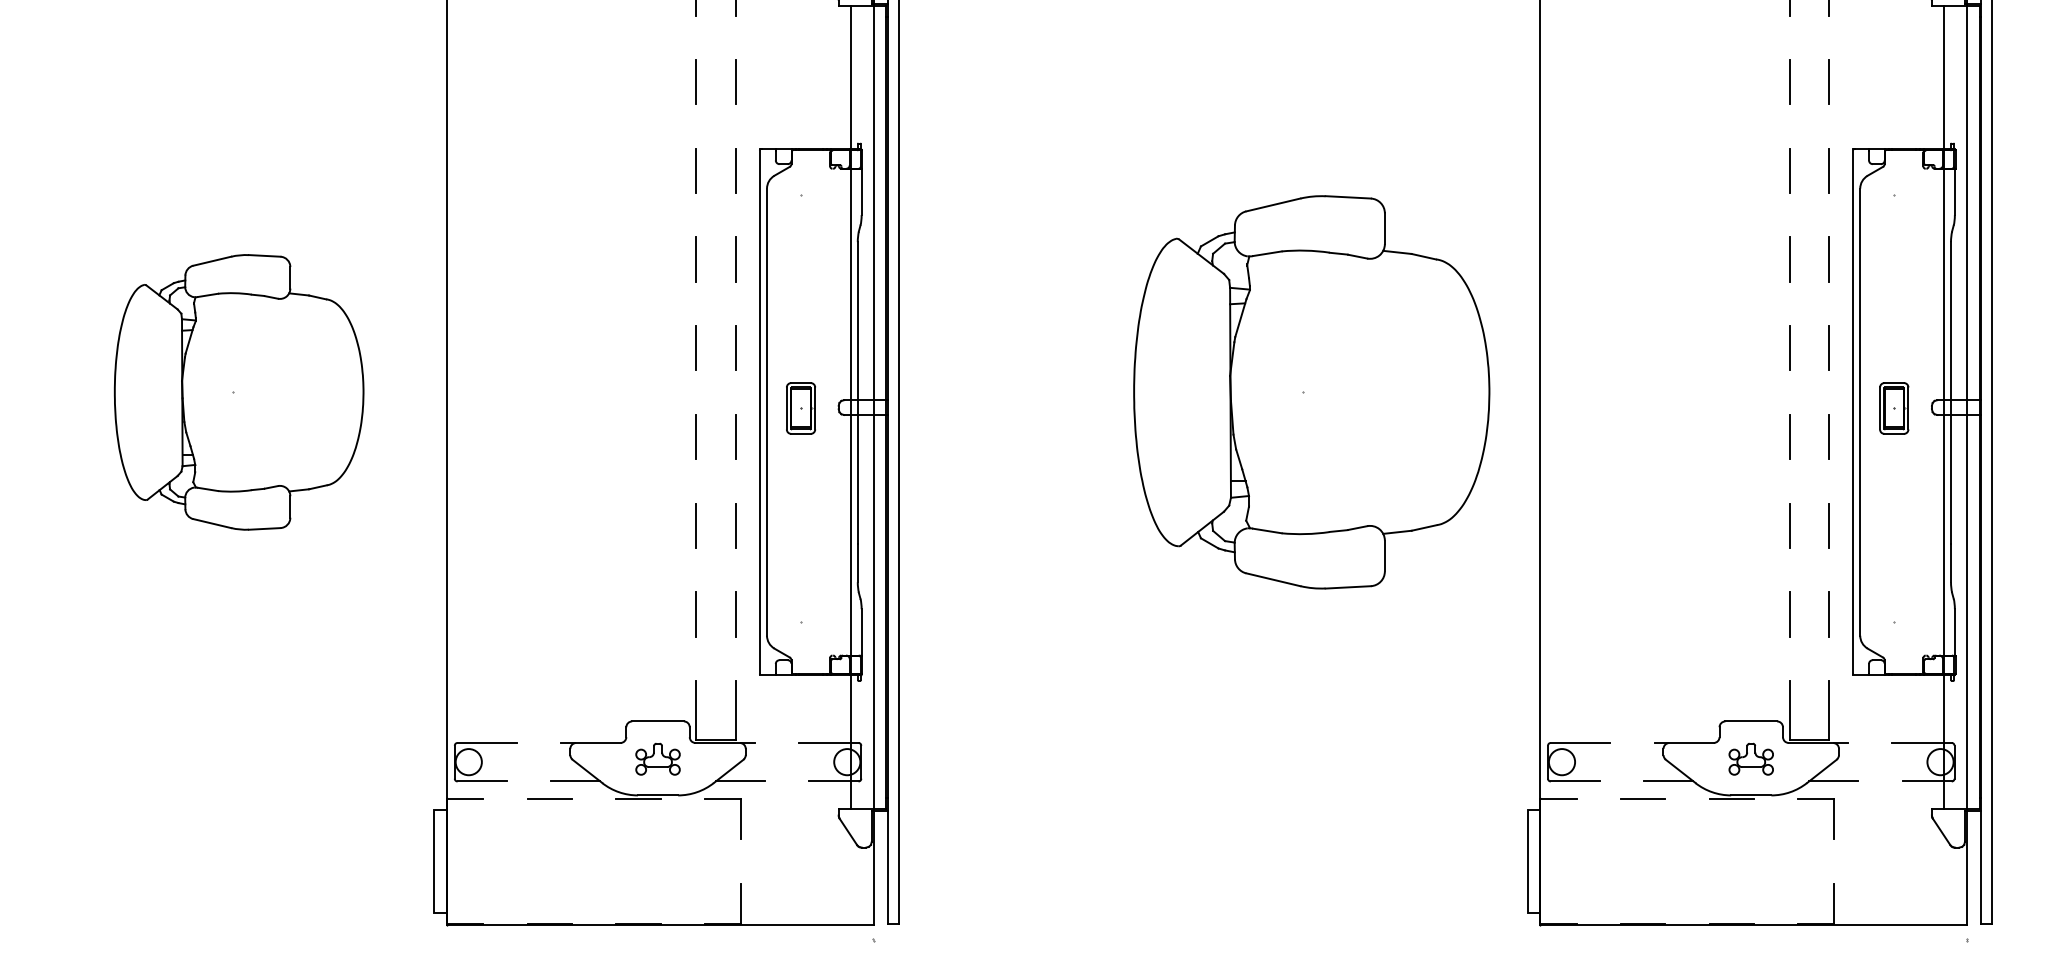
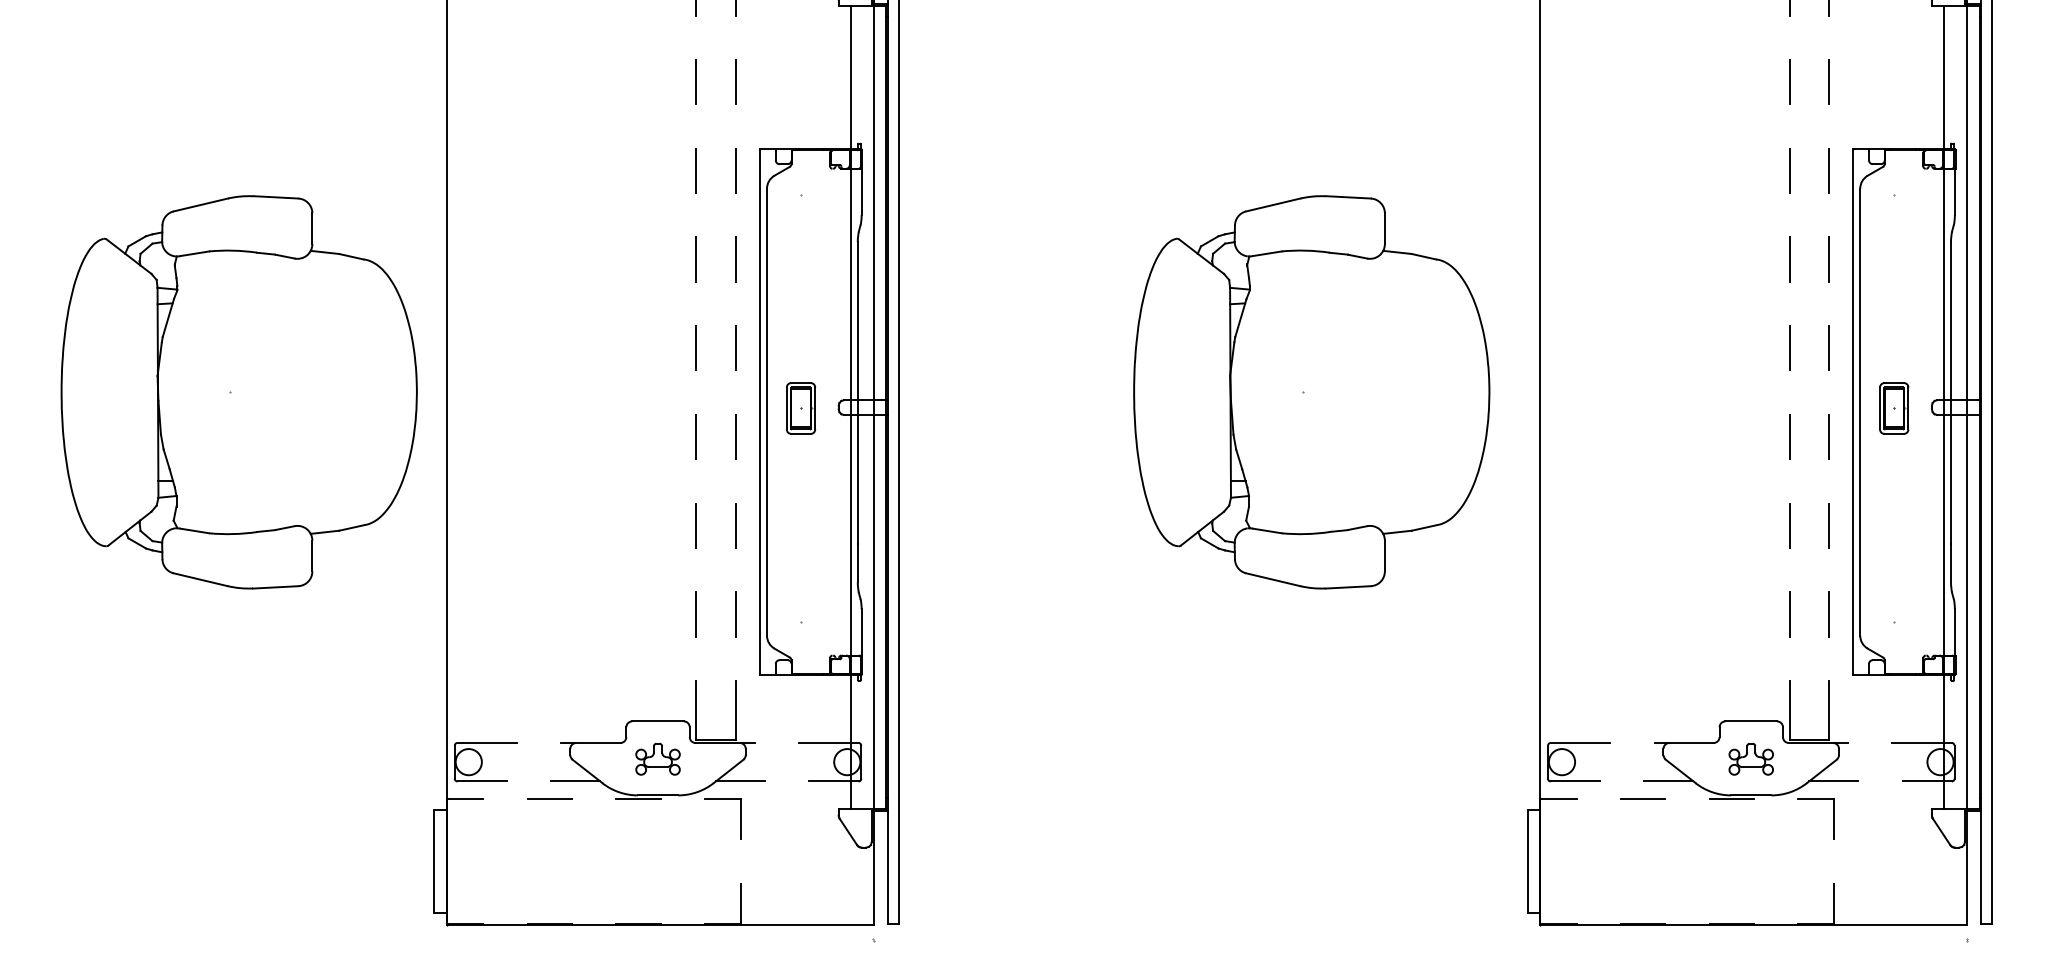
part at (238, 392) size: 252x277 px -> 358x395 px
